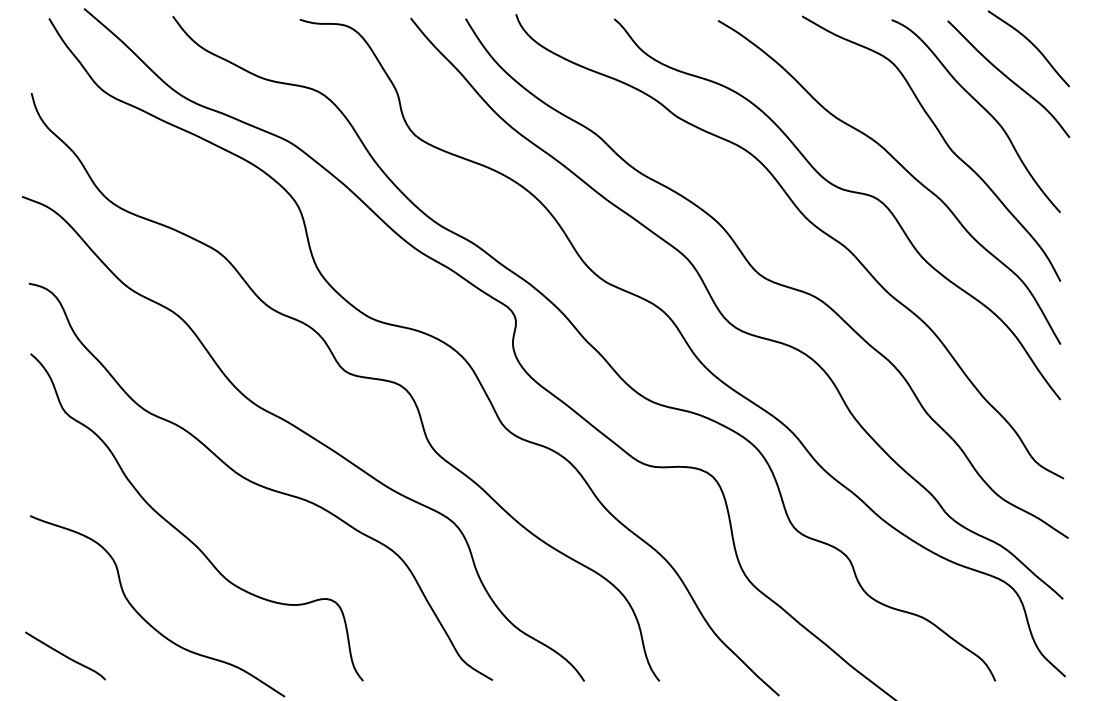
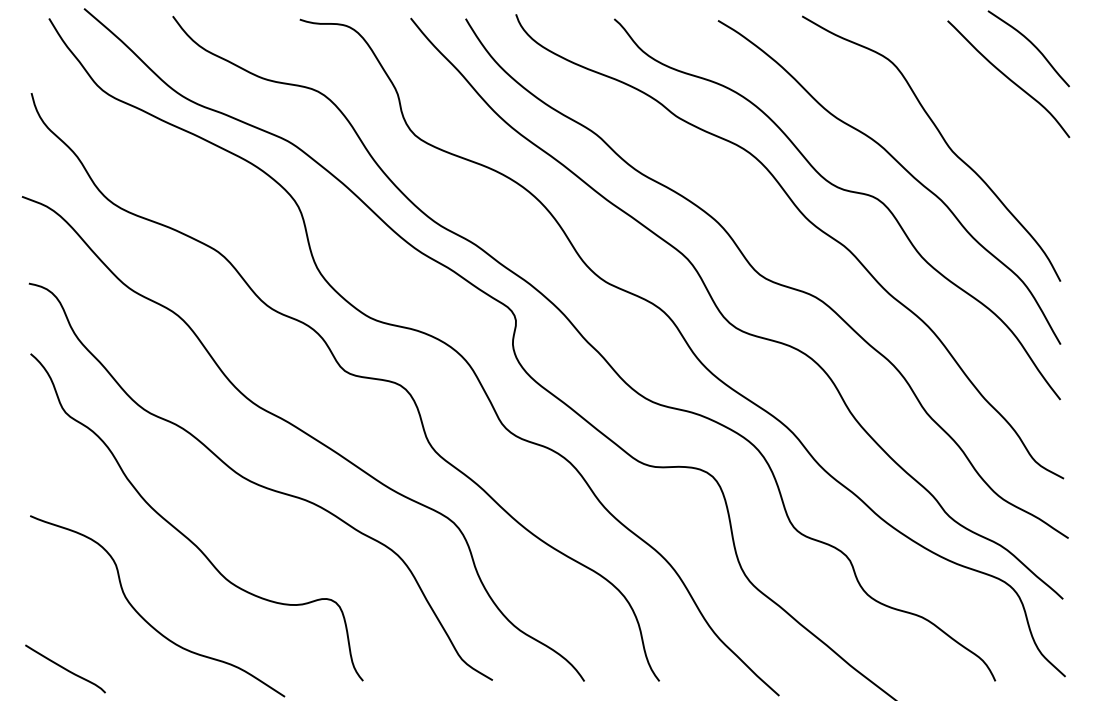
curve at (982, 108): present -> none
curve at (65, 655) position: (65, 655) -> (65, 668)
